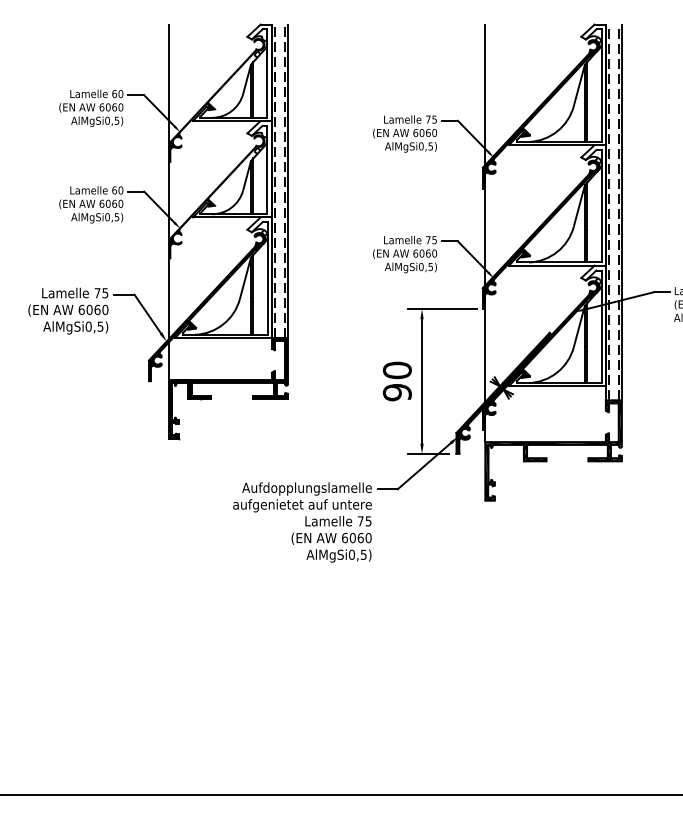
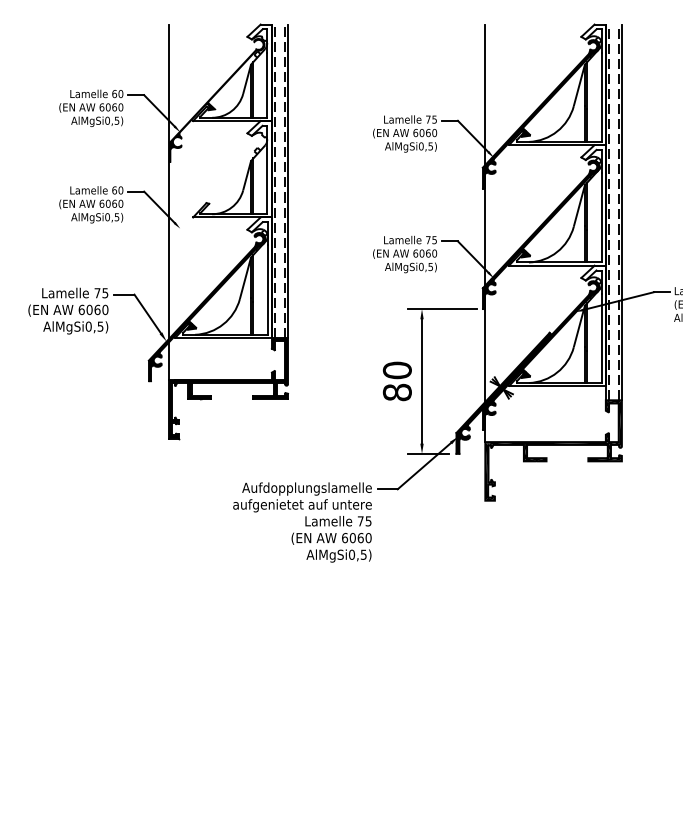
fill at (217, 196): present -> none
text at (397, 392): 90 -> 80
line at (340, 795): present -> none
